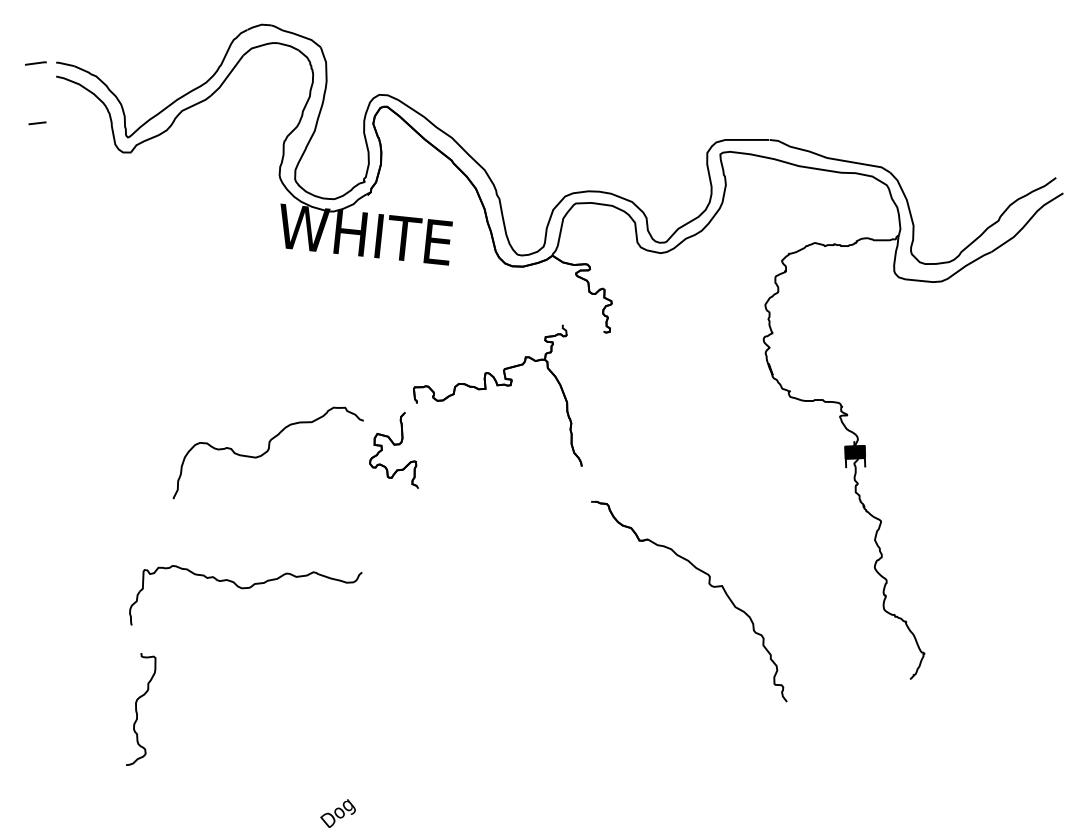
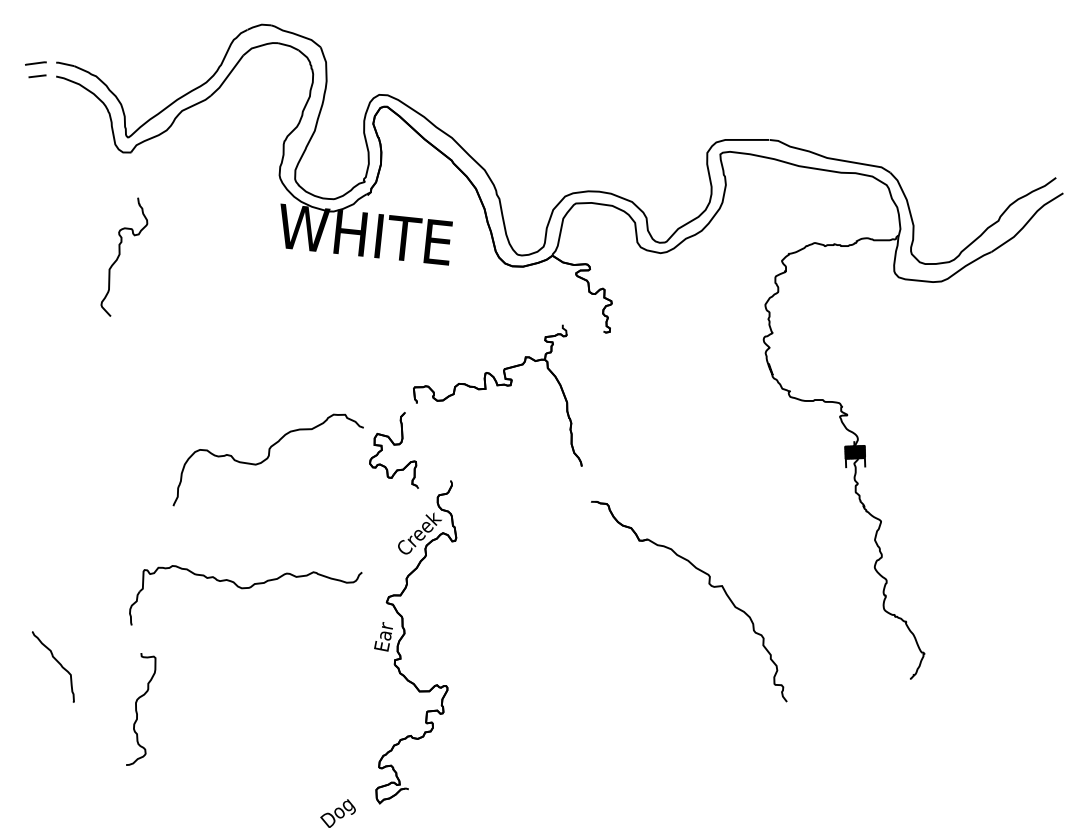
line at (37, 123) position: (37, 123) -> (37, 76)
curve at (120, 254): none -> present
curve at (267, 452) position: (267, 452) -> (267, 459)
part at (405, 634): none -> present
curve at (56, 661): none -> present
